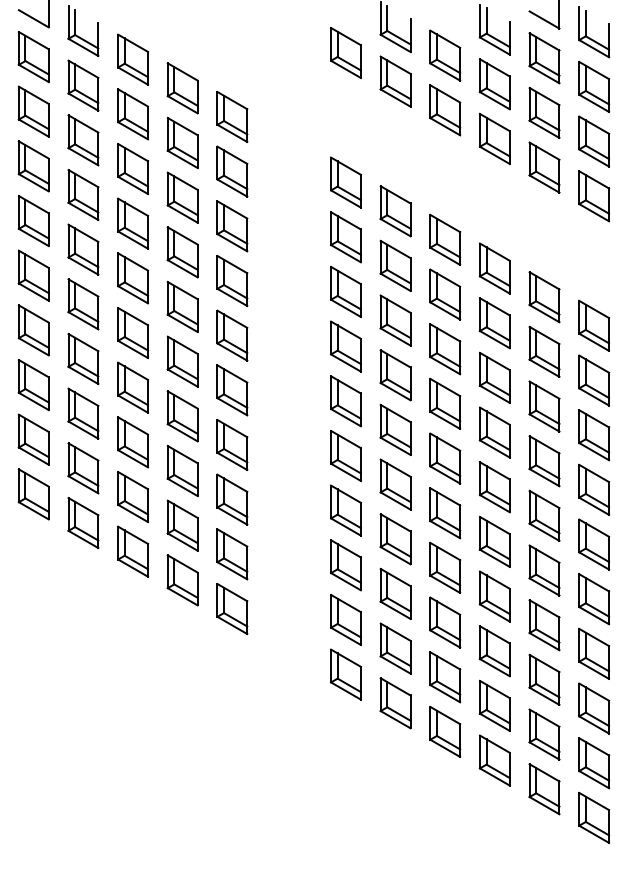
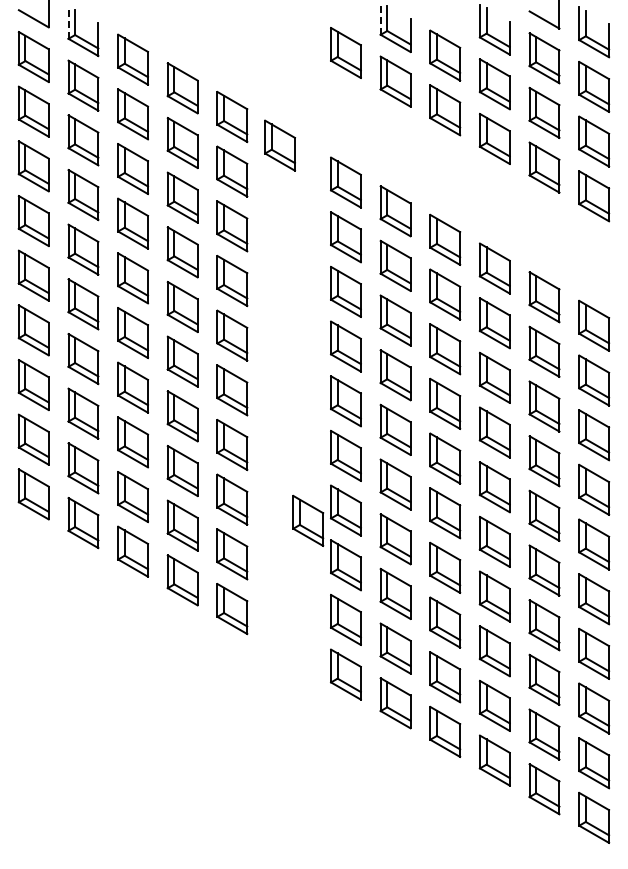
line at (380, 17): solid -> dashed
line at (68, 21): solid -> dashed
part at (279, 145): none -> present
part at (308, 520): none -> present
